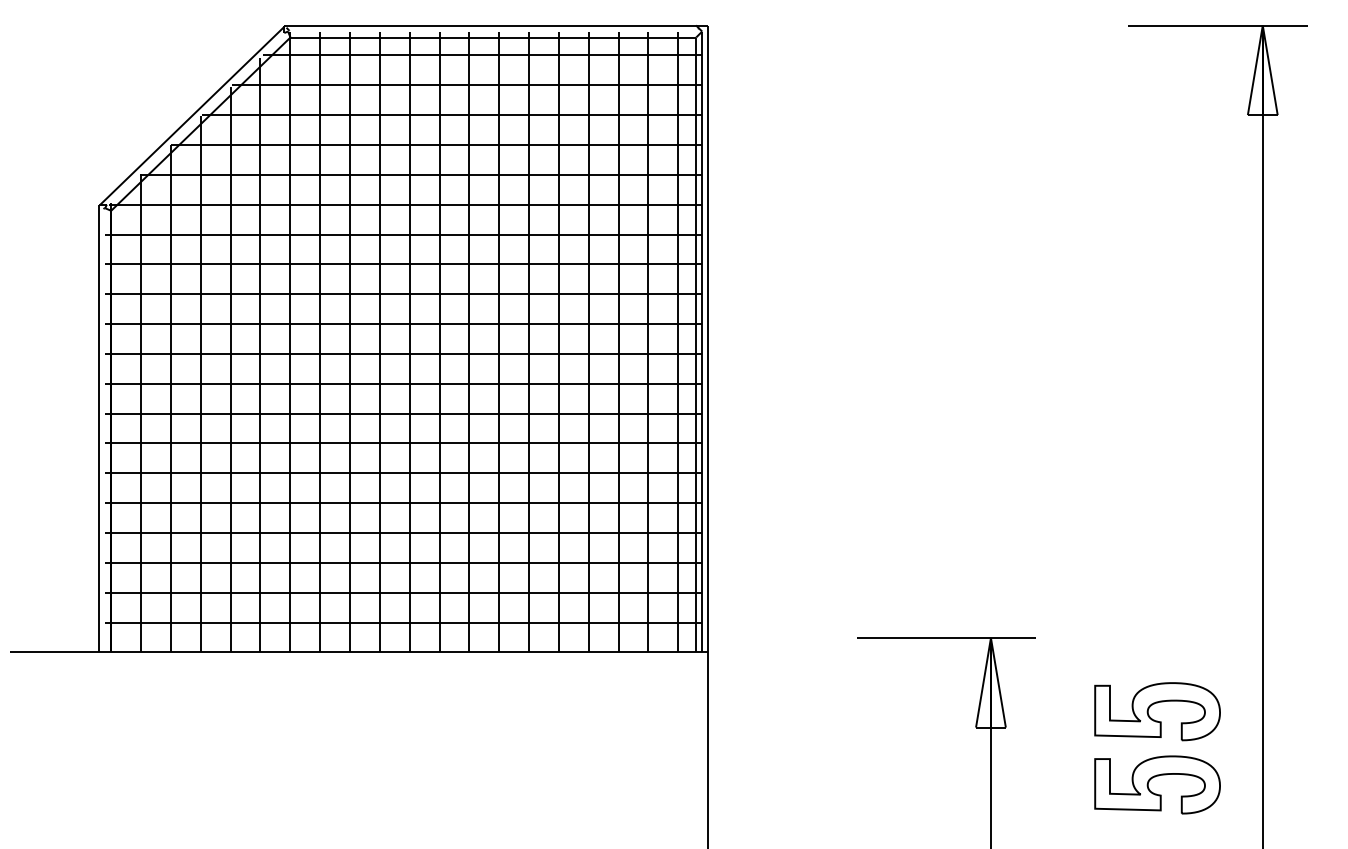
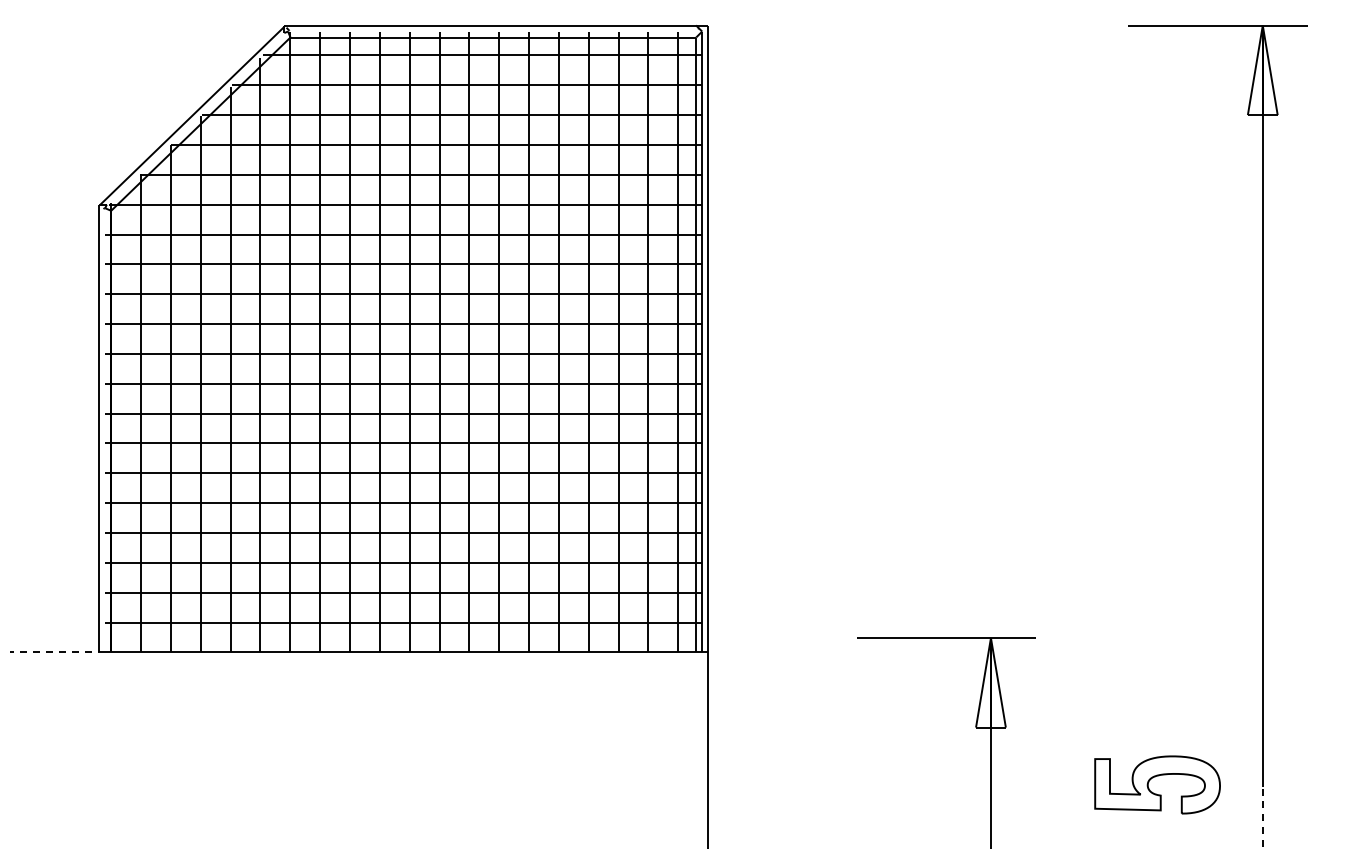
line at (57, 652): solid -> dashed
part at (1154, 704): present -> none
line at (1262, 817): solid -> dashed
